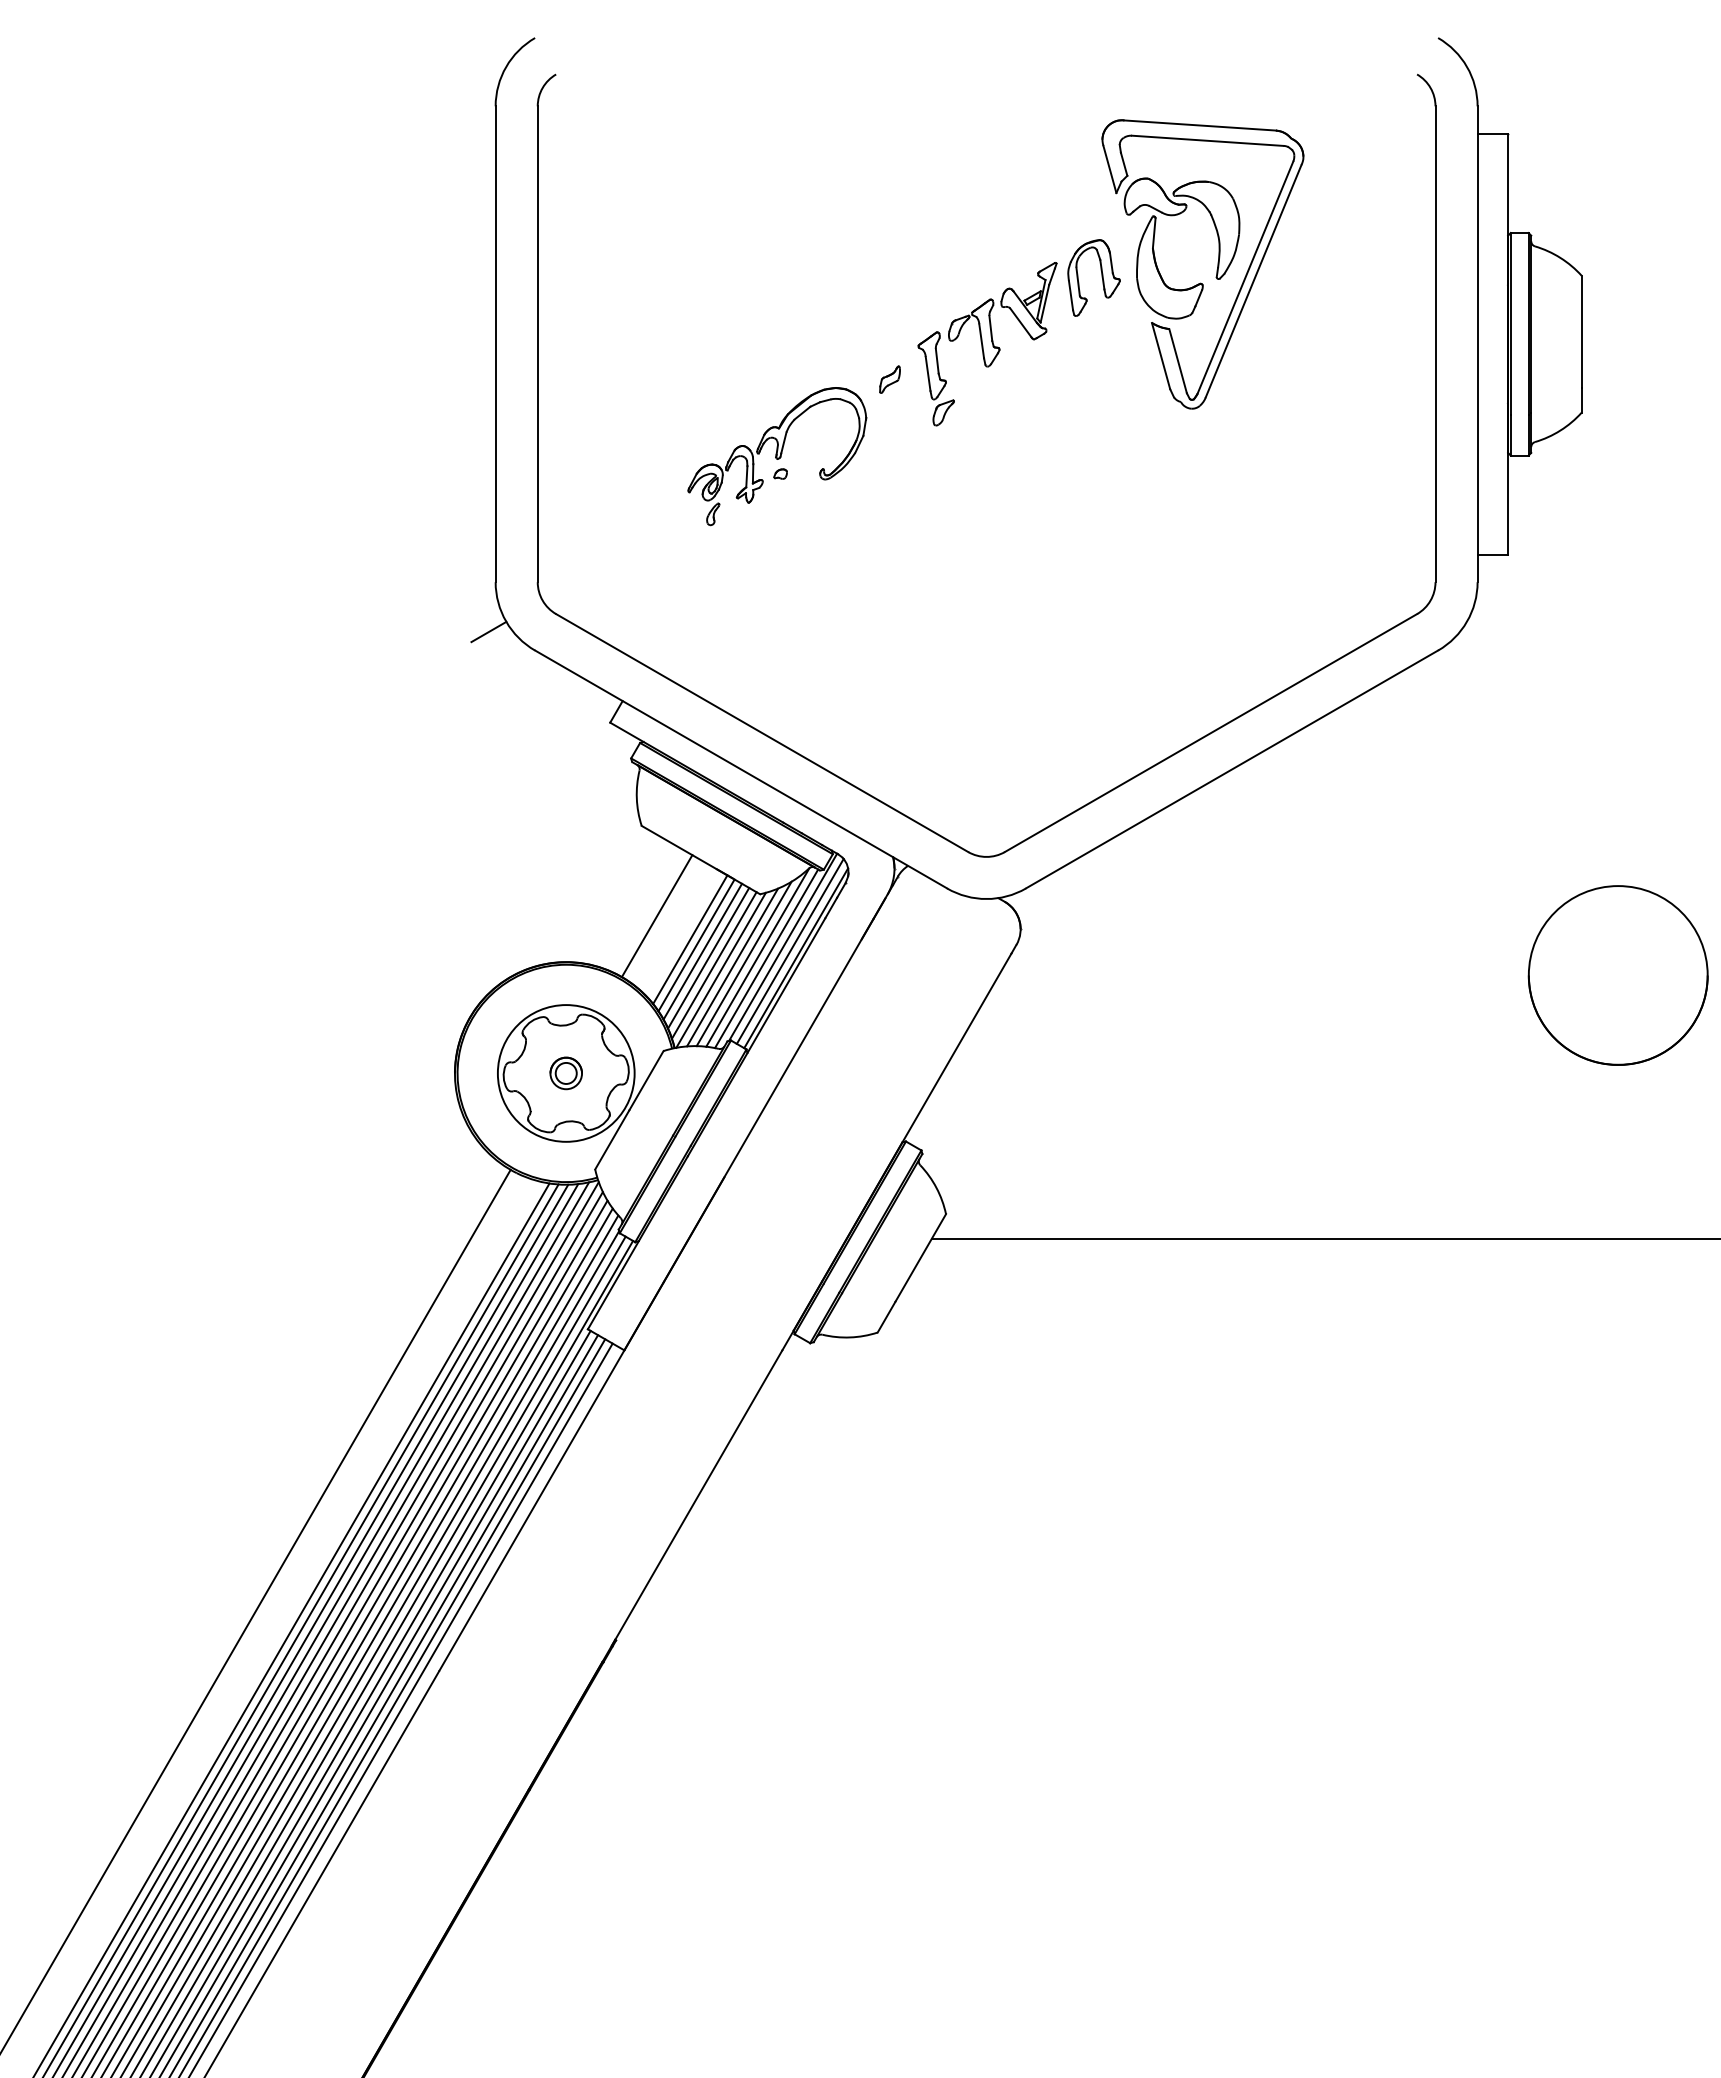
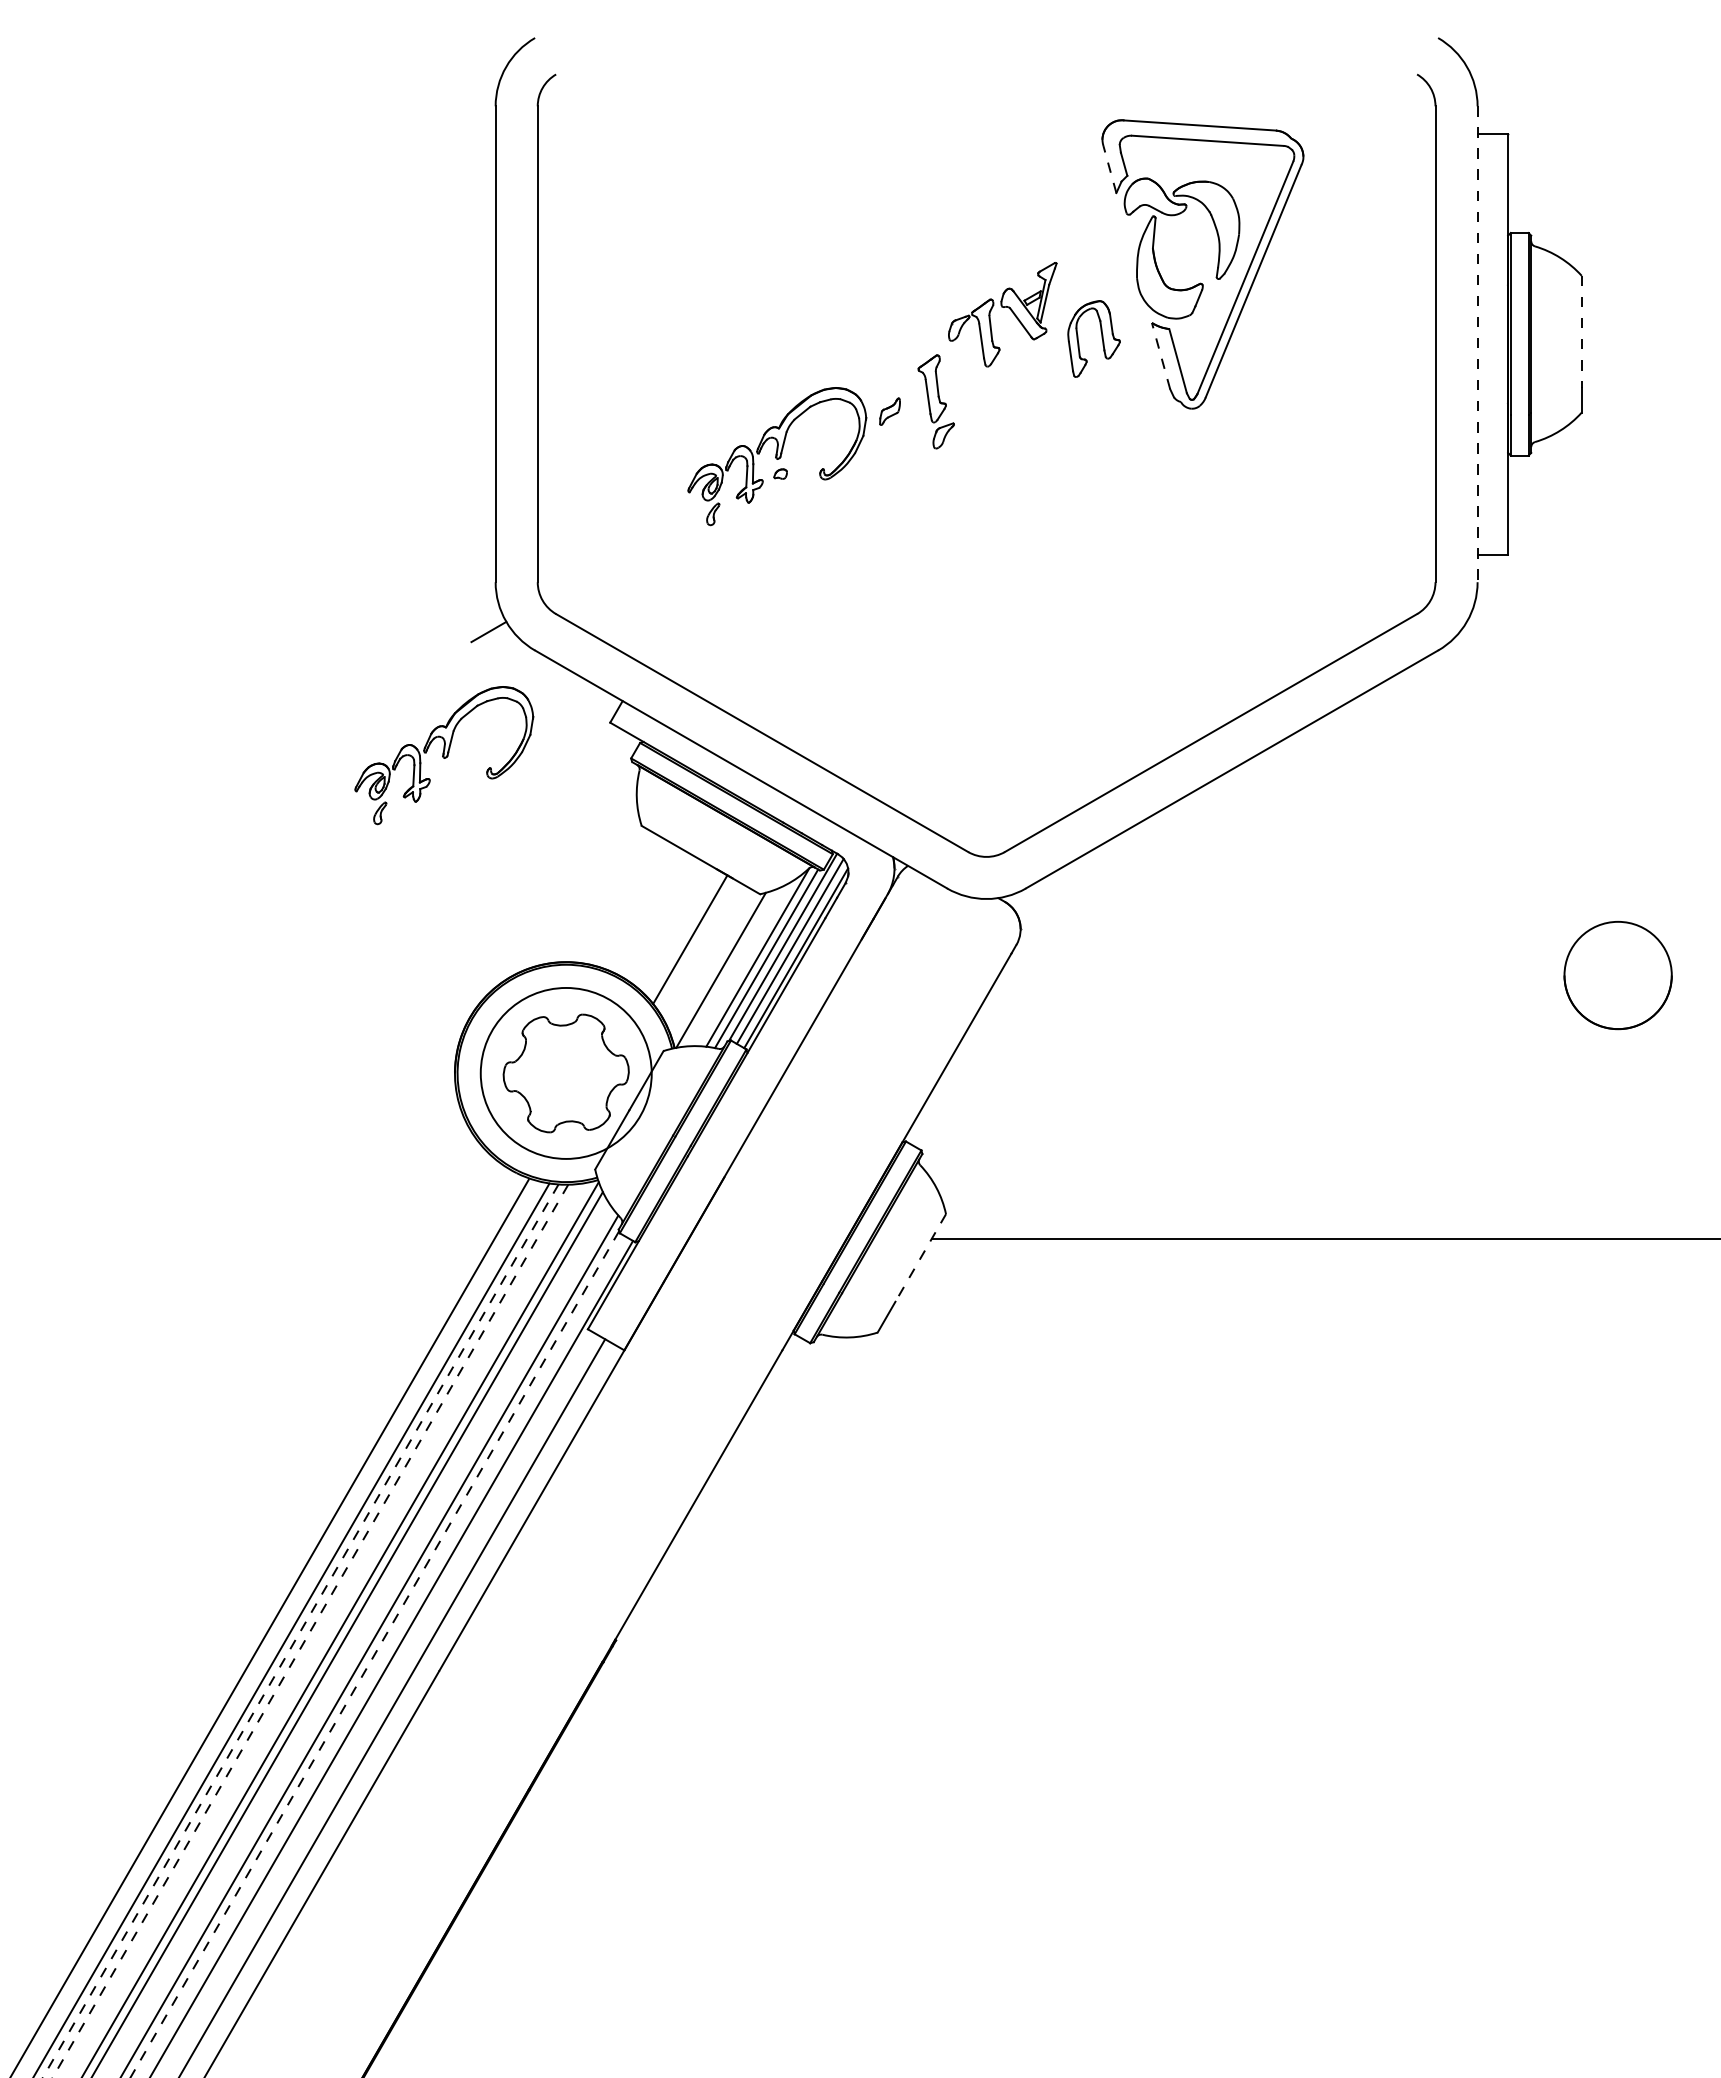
line at (1109, 169): solid -> dashed
part at (1101, 277) position: (1101, 277) -> (1101, 338)
line at (1581, 331): solid -> dashed
line at (1477, 344): solid -> dashed
line at (1160, 355): solid -> dashed
part at (935, 378) position: (935, 378) -> (935, 401)
part at (889, 379) position: (889, 379) -> (889, 411)
part at (444, 755): none -> present
line at (656, 916): present -> none
line at (696, 945): present -> none
line at (702, 951): present -> none
line at (708, 957): present -> none
line at (743, 963): present -> none
line at (713, 965): present -> none
line at (732, 967): present -> none
part at (1617, 975) size: 182x181 px -> 110x110 px
circle at (565, 1073) diameter: 137 px -> 171 px
part at (565, 1073): present -> none
line at (920, 1257): solid -> dashed
line at (256, 1609) position: (256, 1609) -> (270, 1626)
line at (331, 1628): present -> none
line at (321, 1629): present -> none
line at (300, 1631): solid -> dashed
line at (310, 1631): solid -> dashed
line at (354, 1637): present -> none
line at (362, 1641): present -> none
line at (374, 1654): solid -> dashed
line at (383, 1655): present -> none
line at (375, 1702): present -> none
line at (384, 1704): present -> none
line at (401, 1708): present -> none
